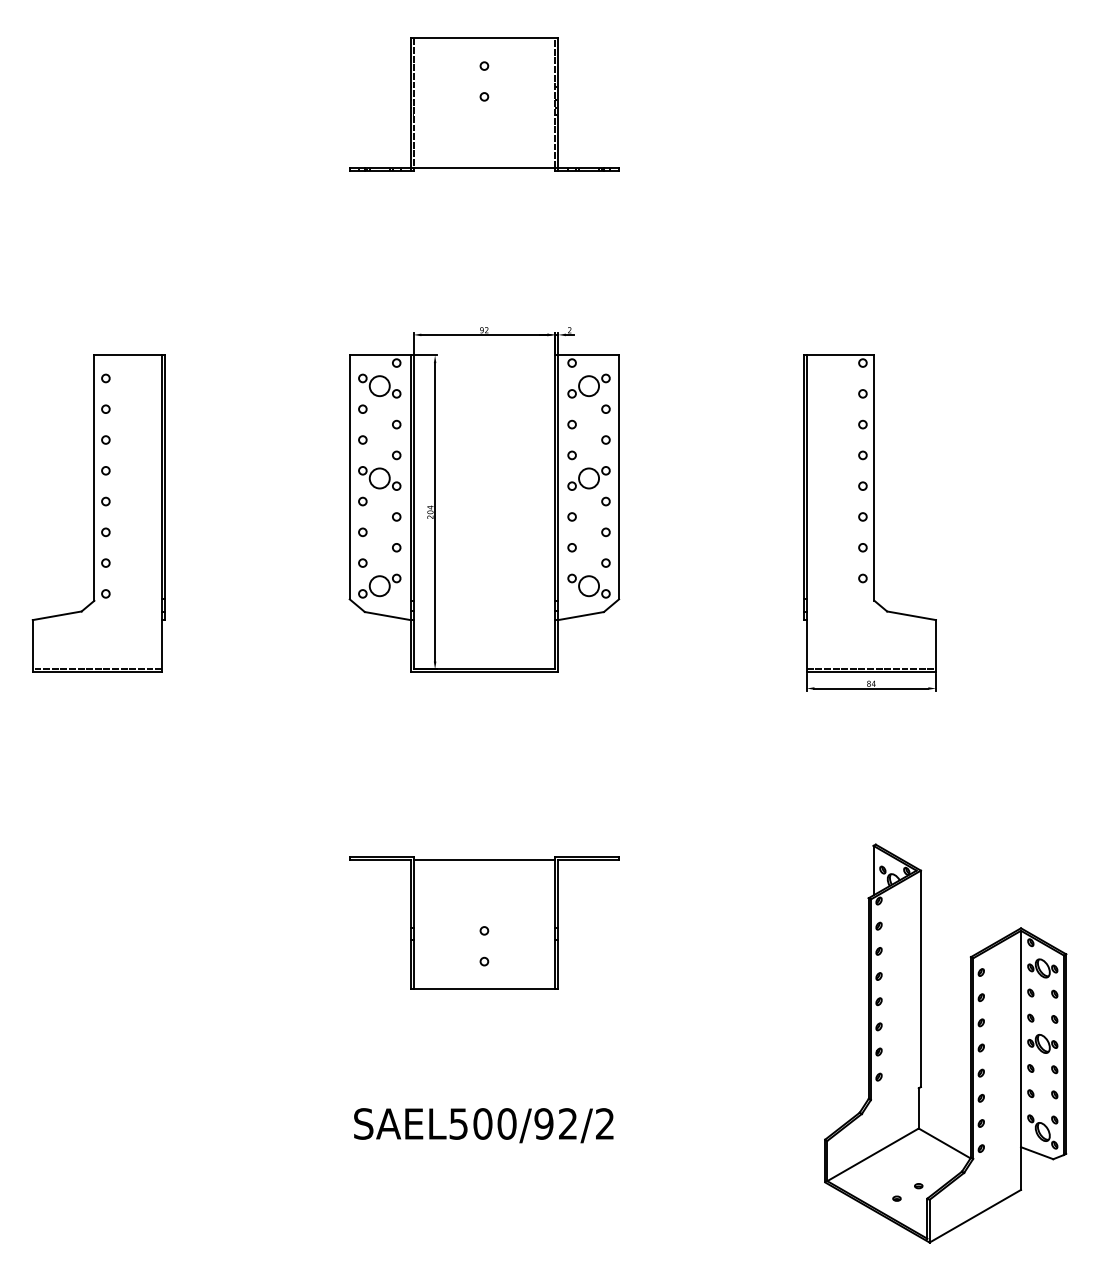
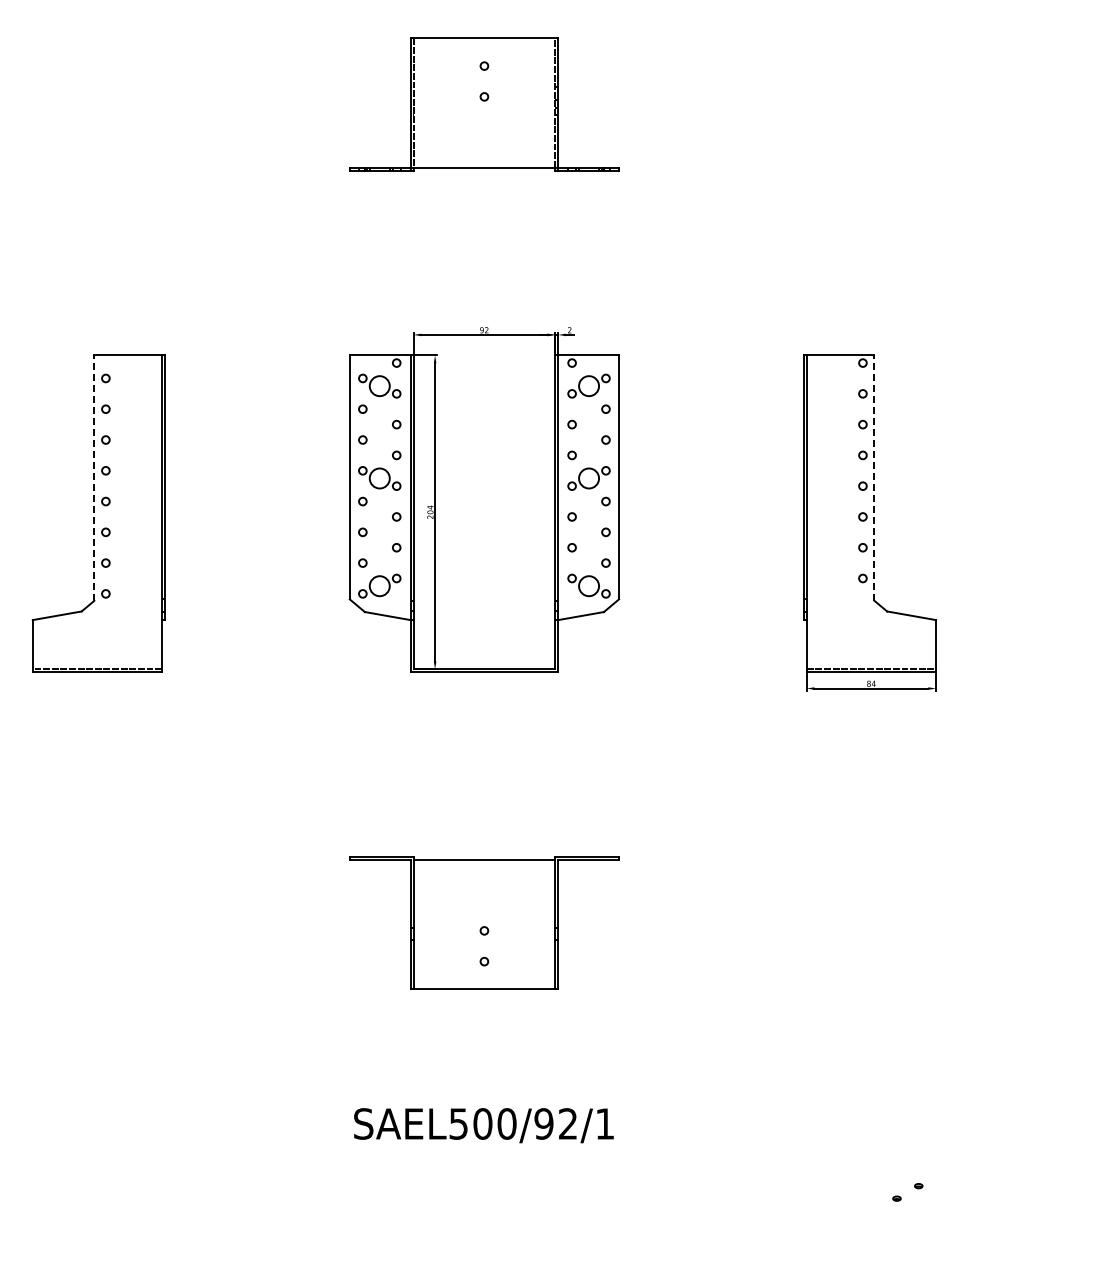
line at (94, 478): solid -> dashed
line at (874, 478): solid -> dashed
part at (921, 1043): present -> none
text at (604, 1123): SAEL500/92/2 -> SAEL500/92/1
